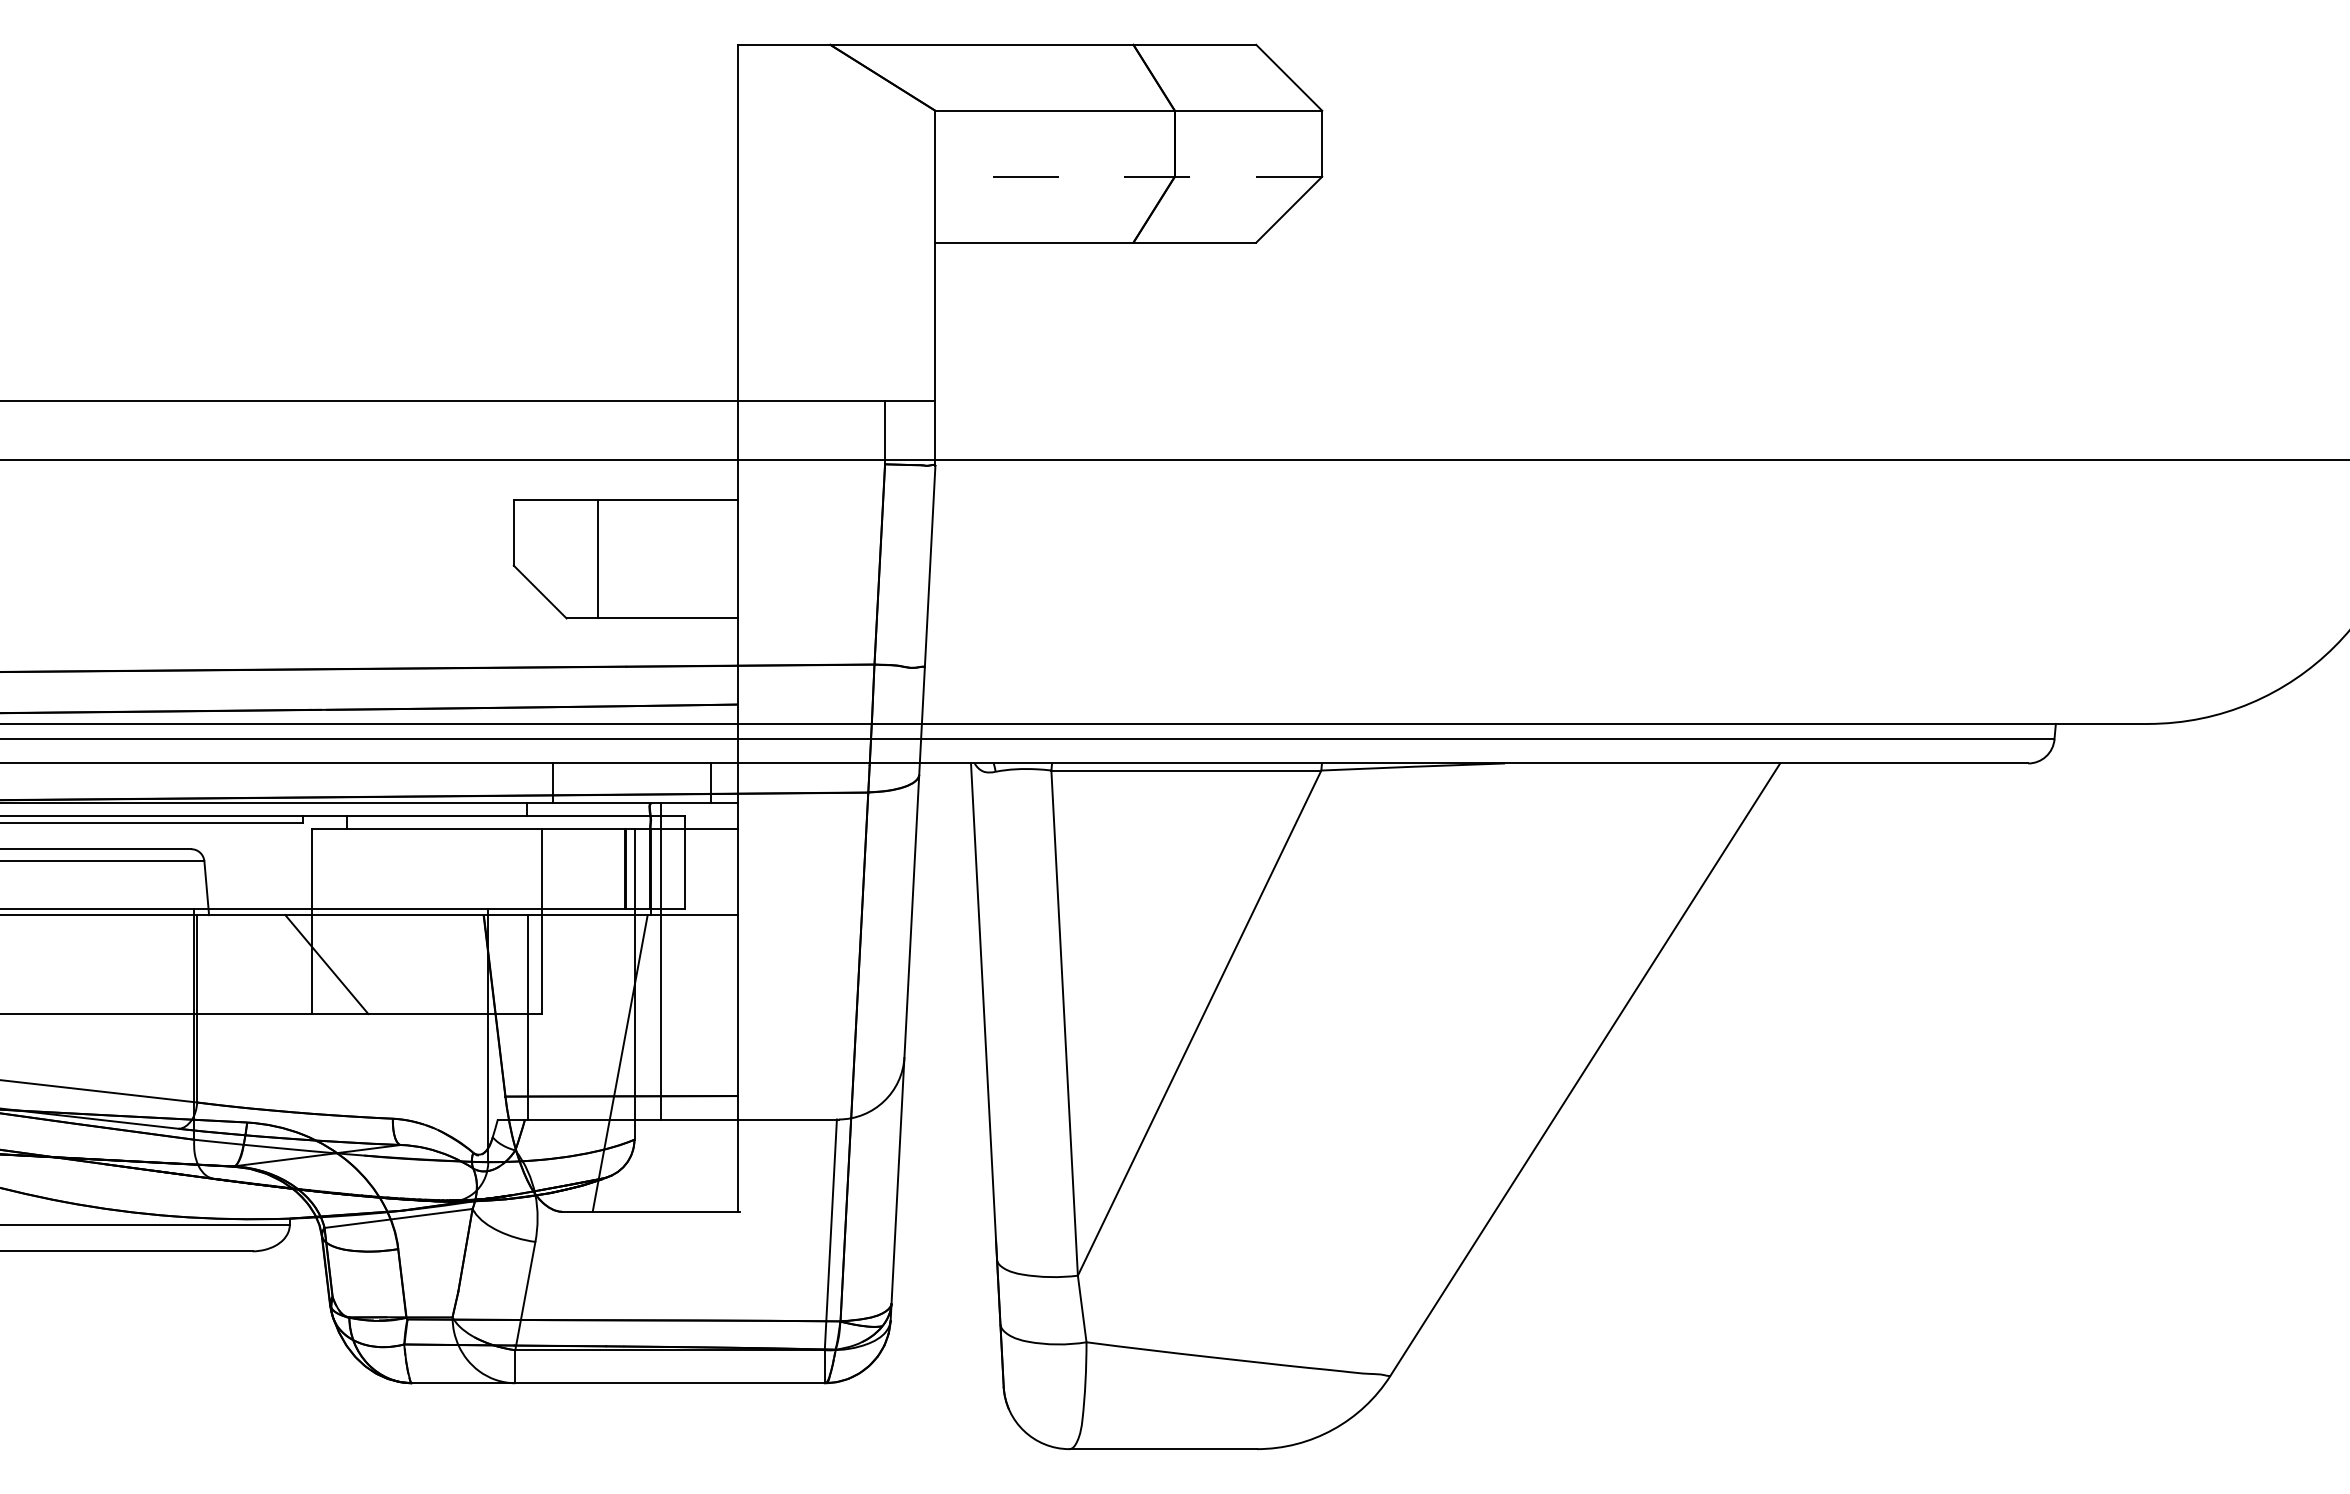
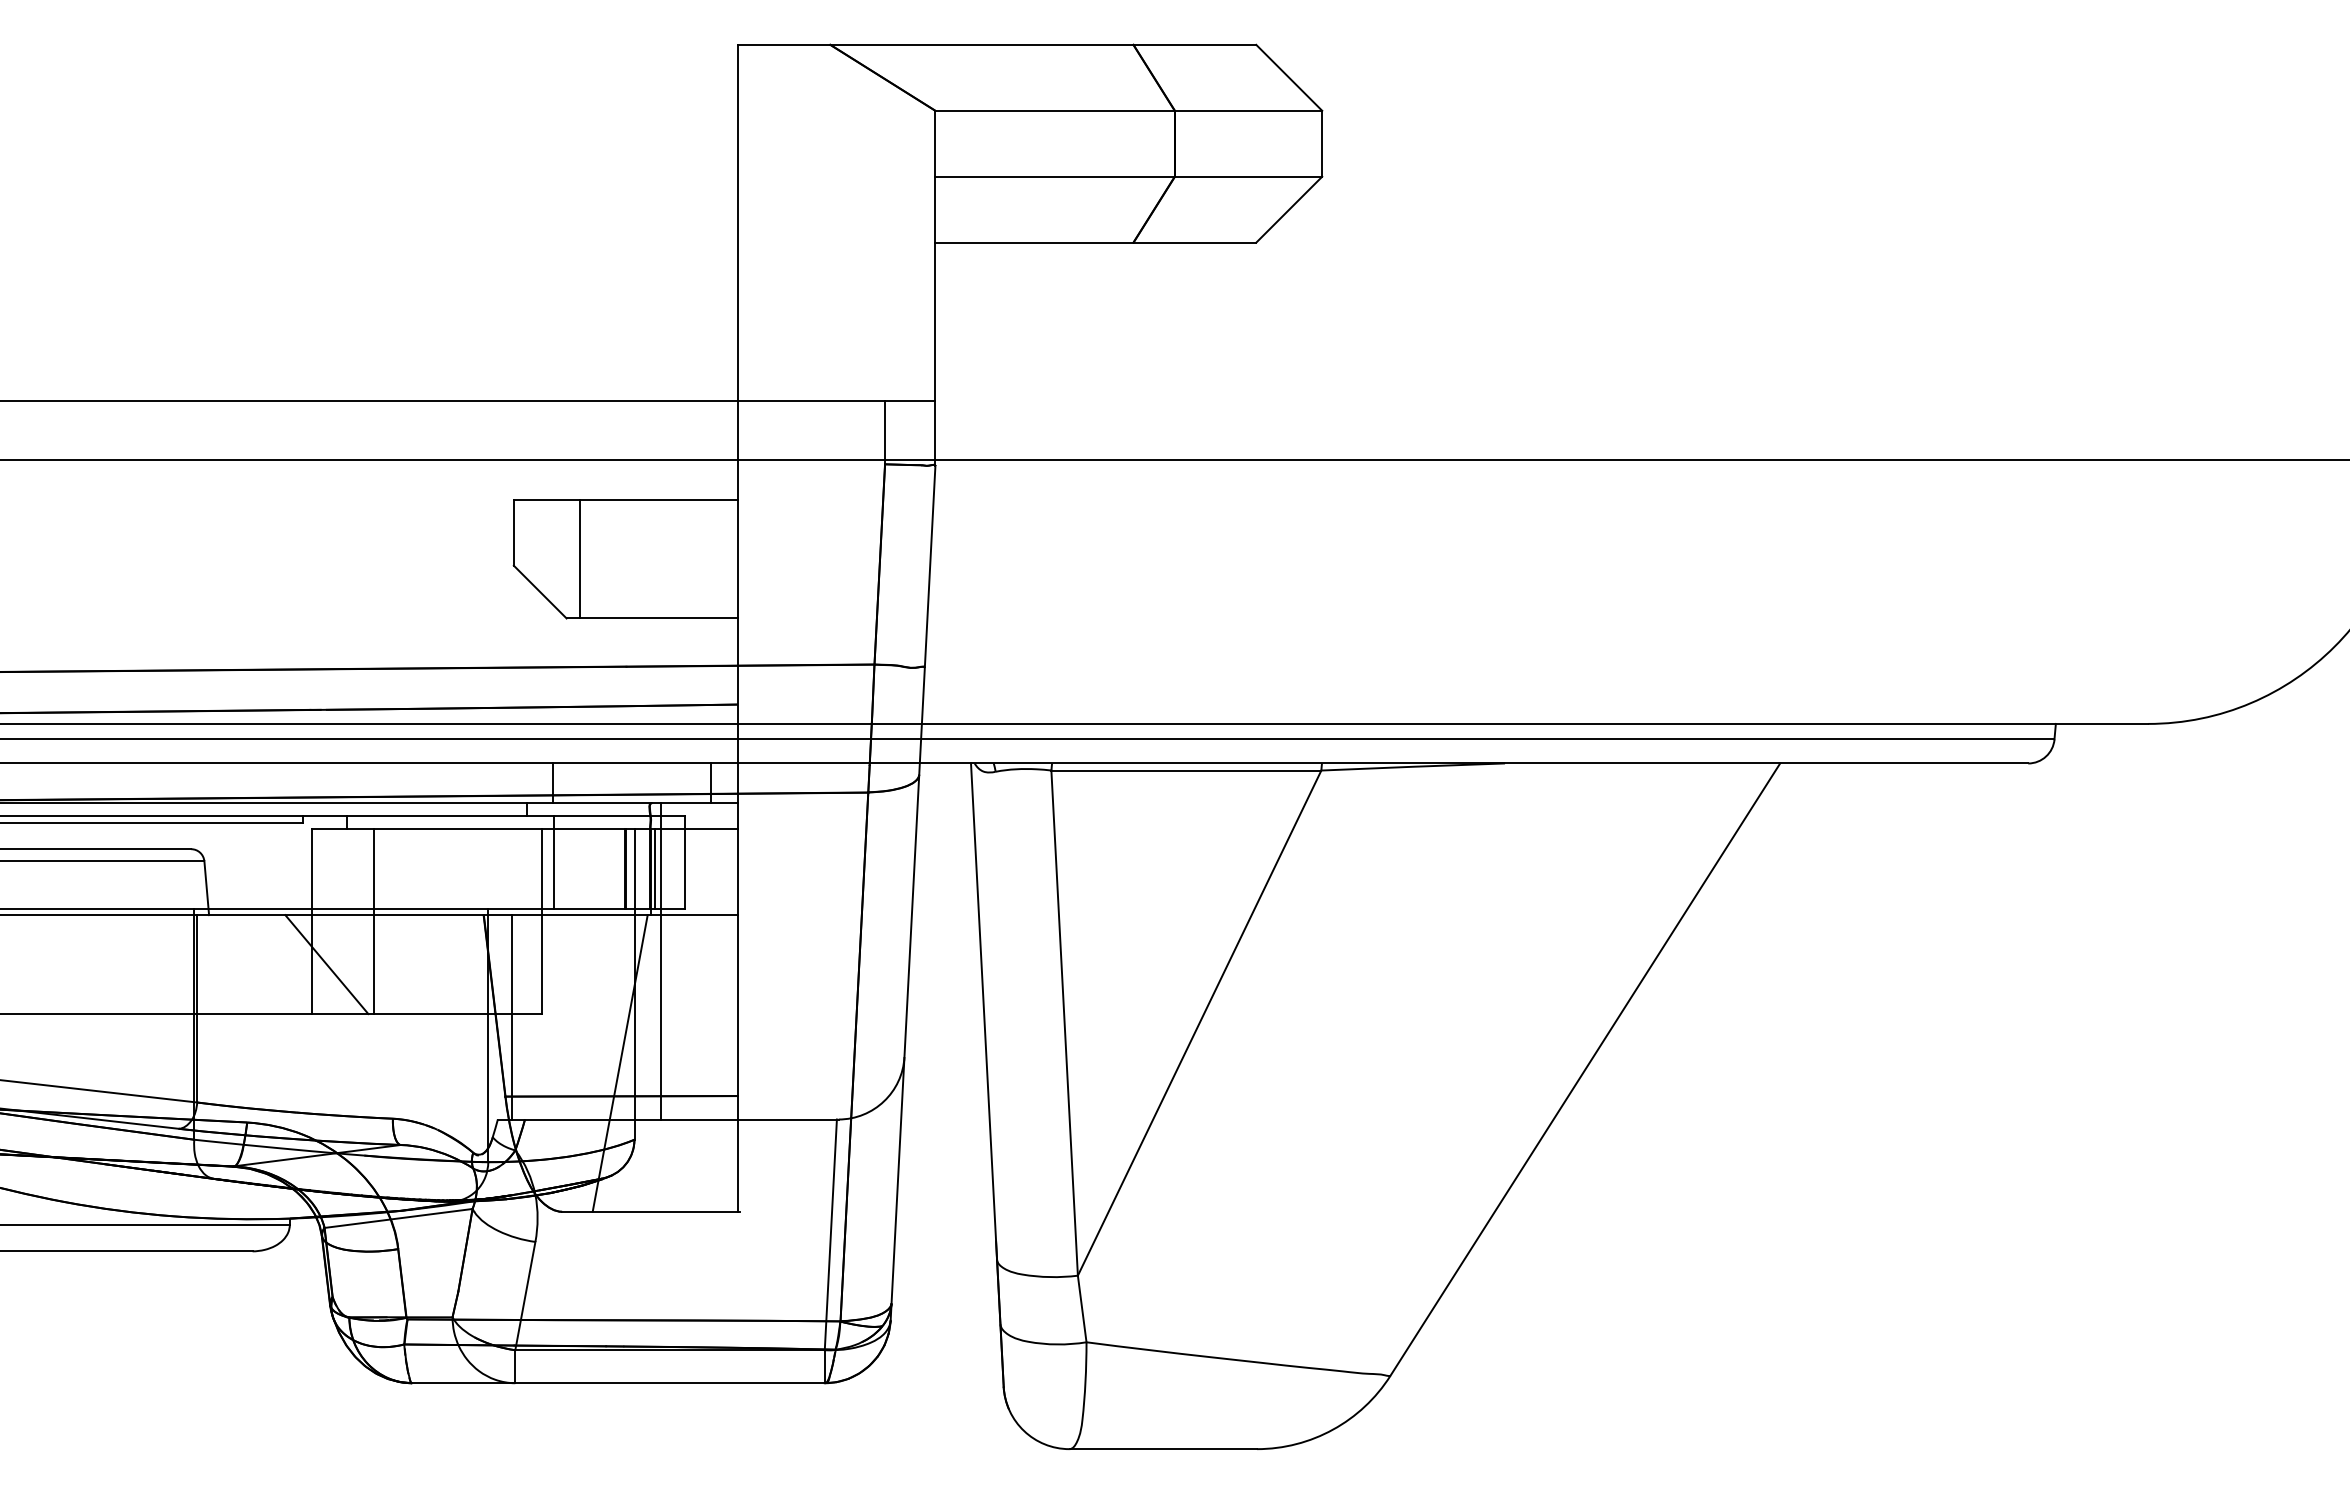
line at (1128, 176): dashed -> solid
line at (597, 558) position: (597, 558) -> (579, 558)
line at (553, 862): none -> present
line at (655, 868): none -> present
line at (374, 921): none -> present
line at (528, 1017) position: (528, 1017) -> (512, 1017)
